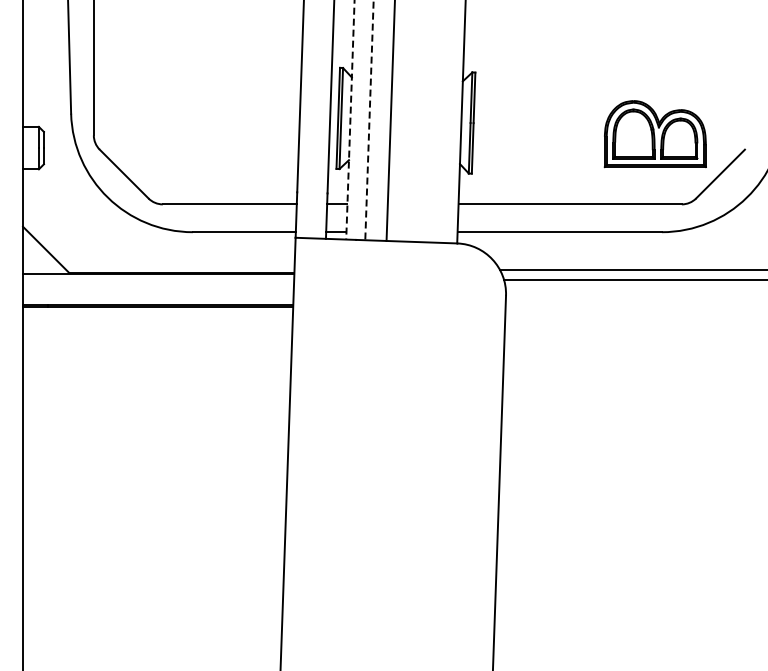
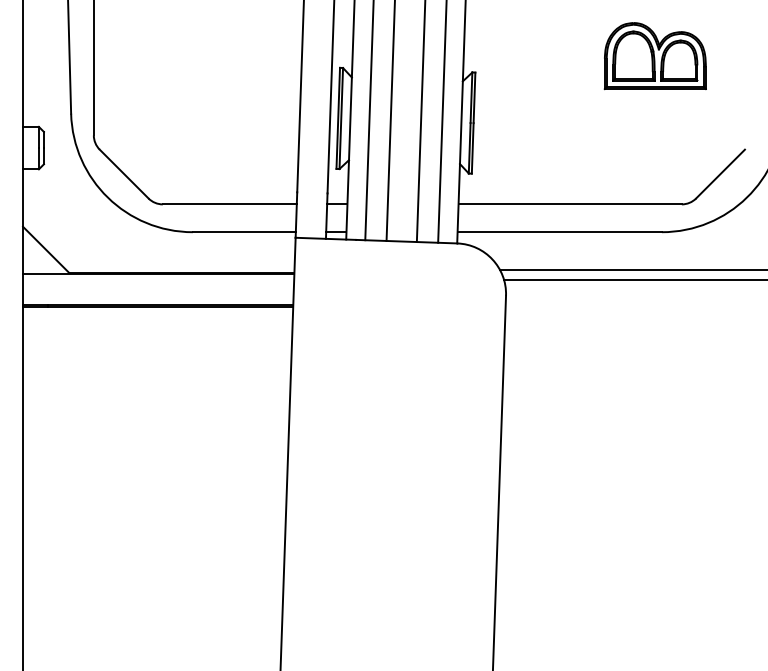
line at (350, 119): dashed -> solid
line at (369, 120): dashed -> solid
line at (420, 122): none -> present
line at (442, 122): none -> present
part at (654, 134) position: (654, 134) -> (654, 56)
